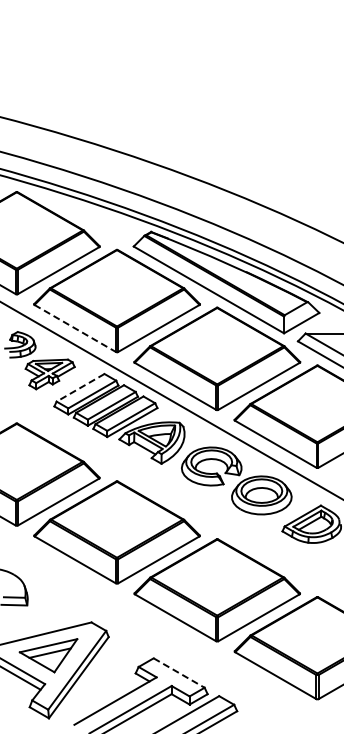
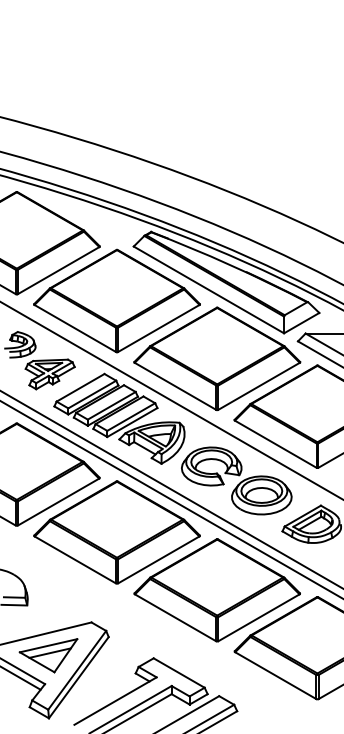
line at (75, 328): dashed -> solid
line at (80, 387): dashed -> solid
line at (171, 489): none -> present
line at (171, 499): none -> present
line at (179, 673): dashed -> solid
